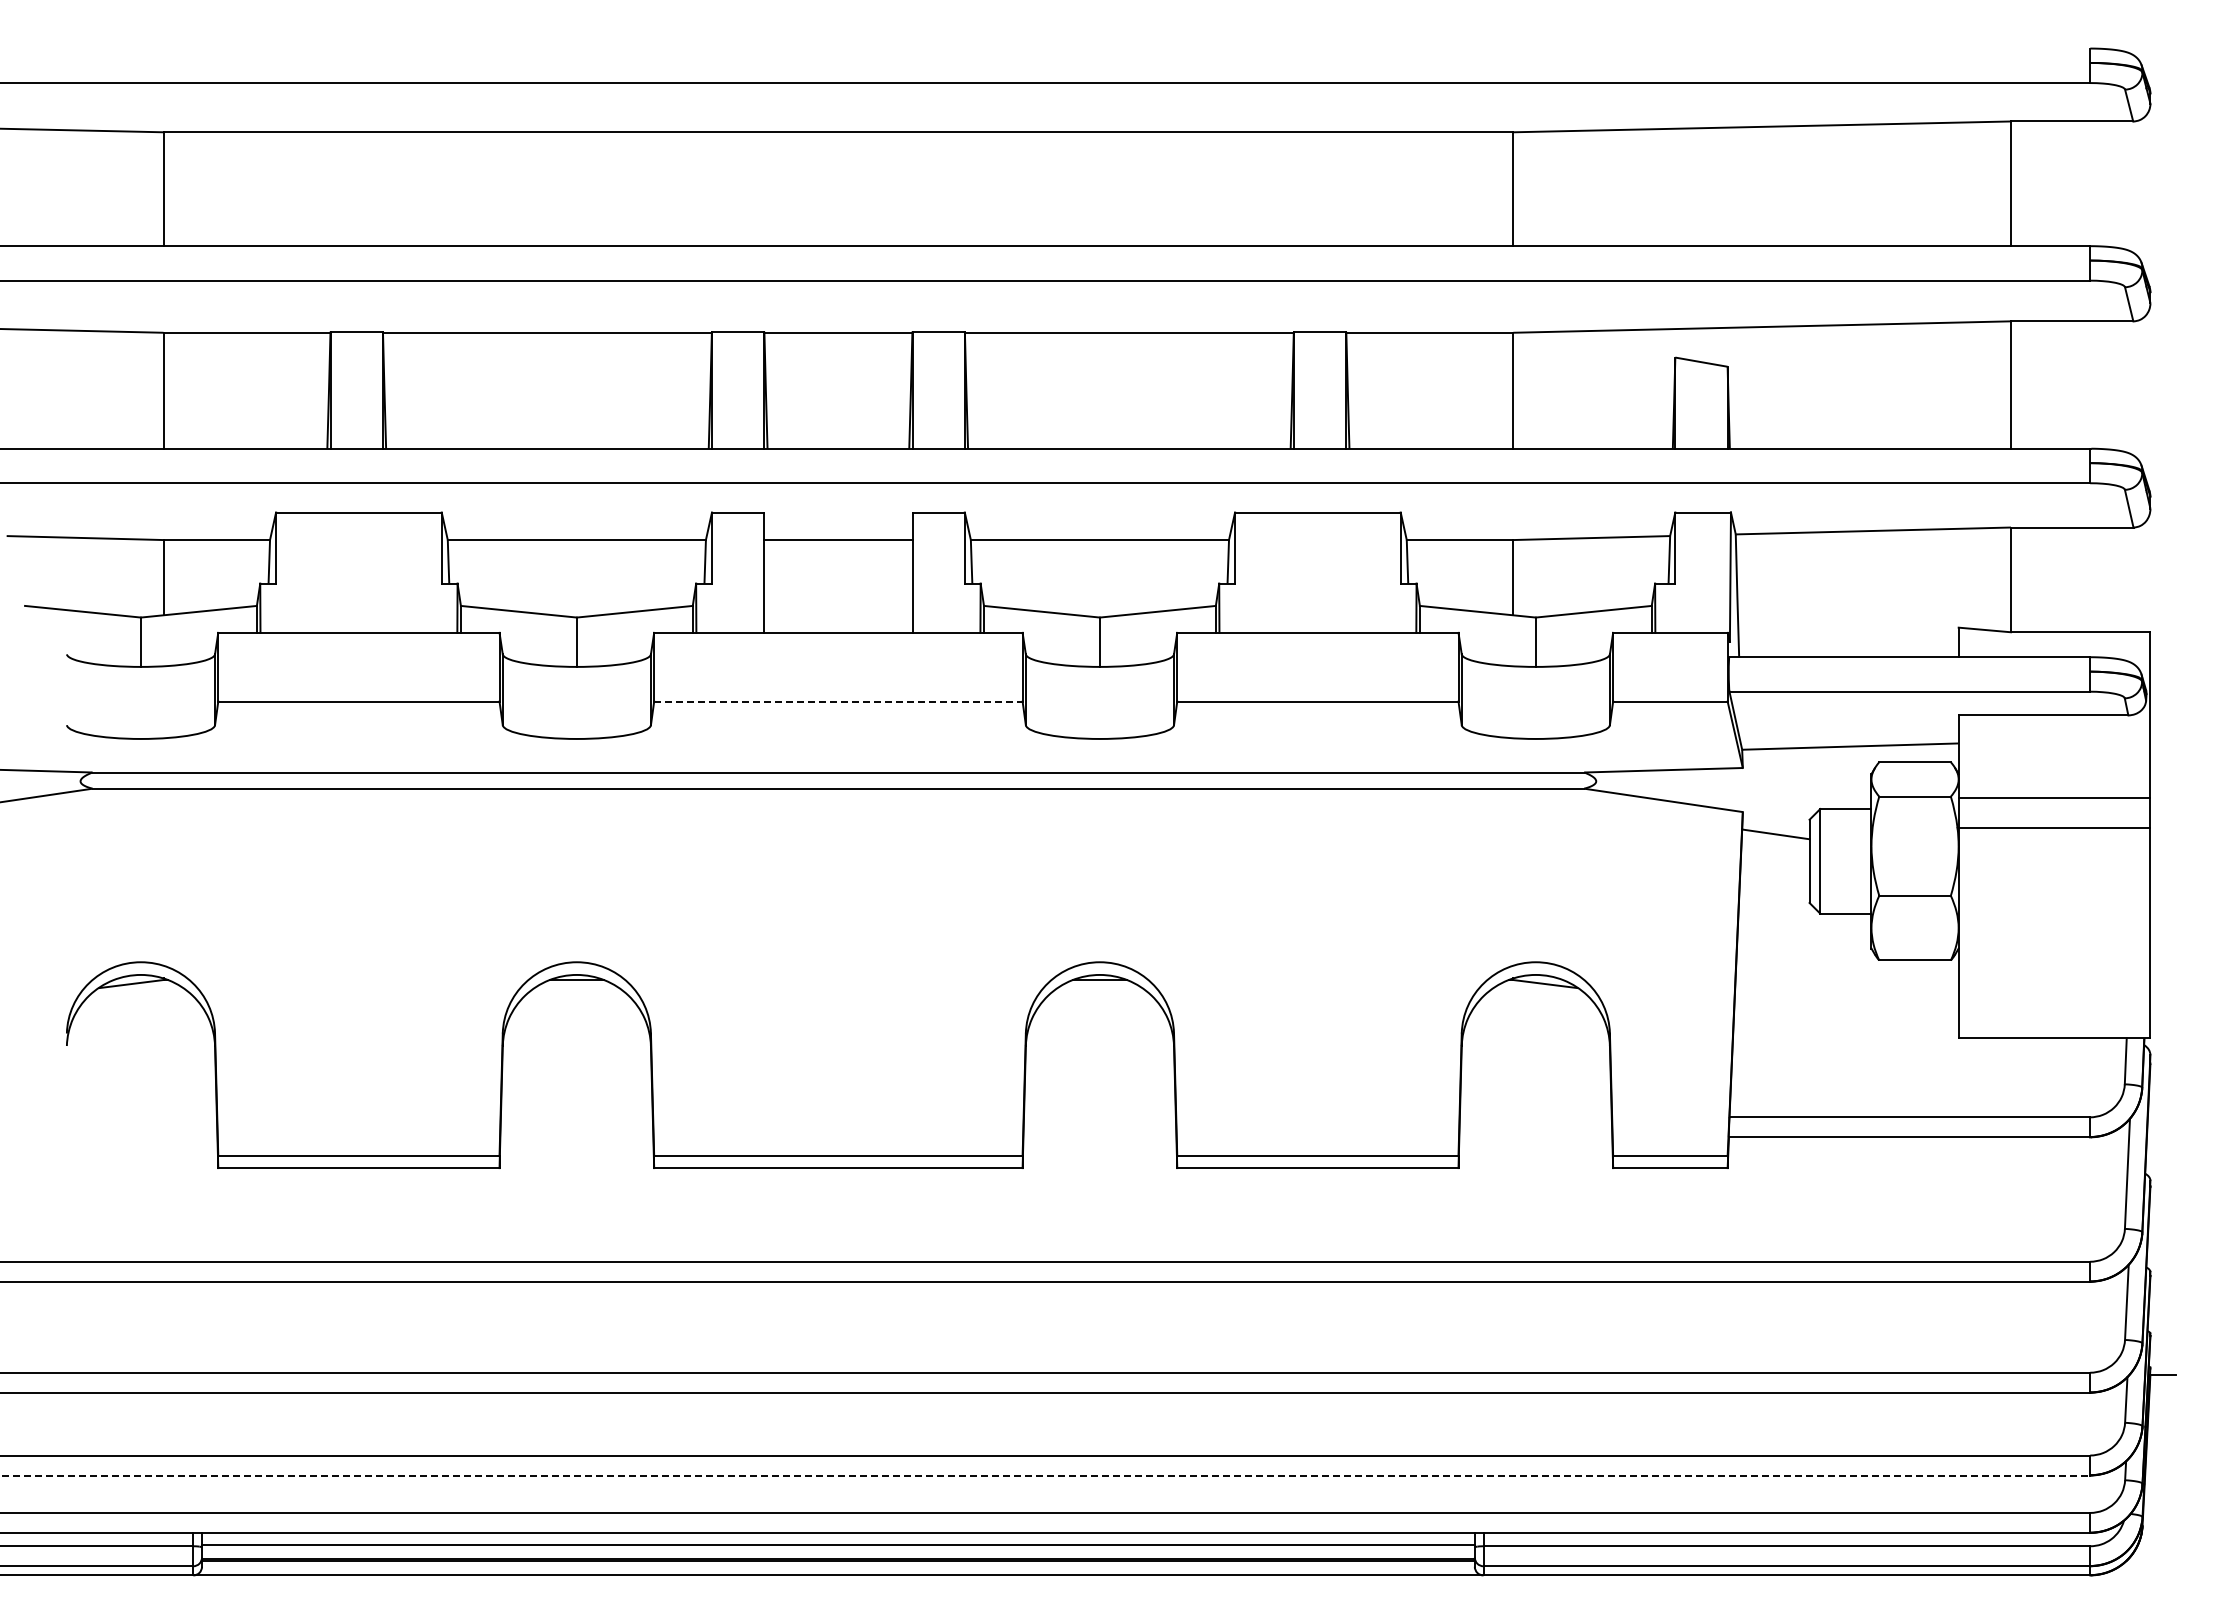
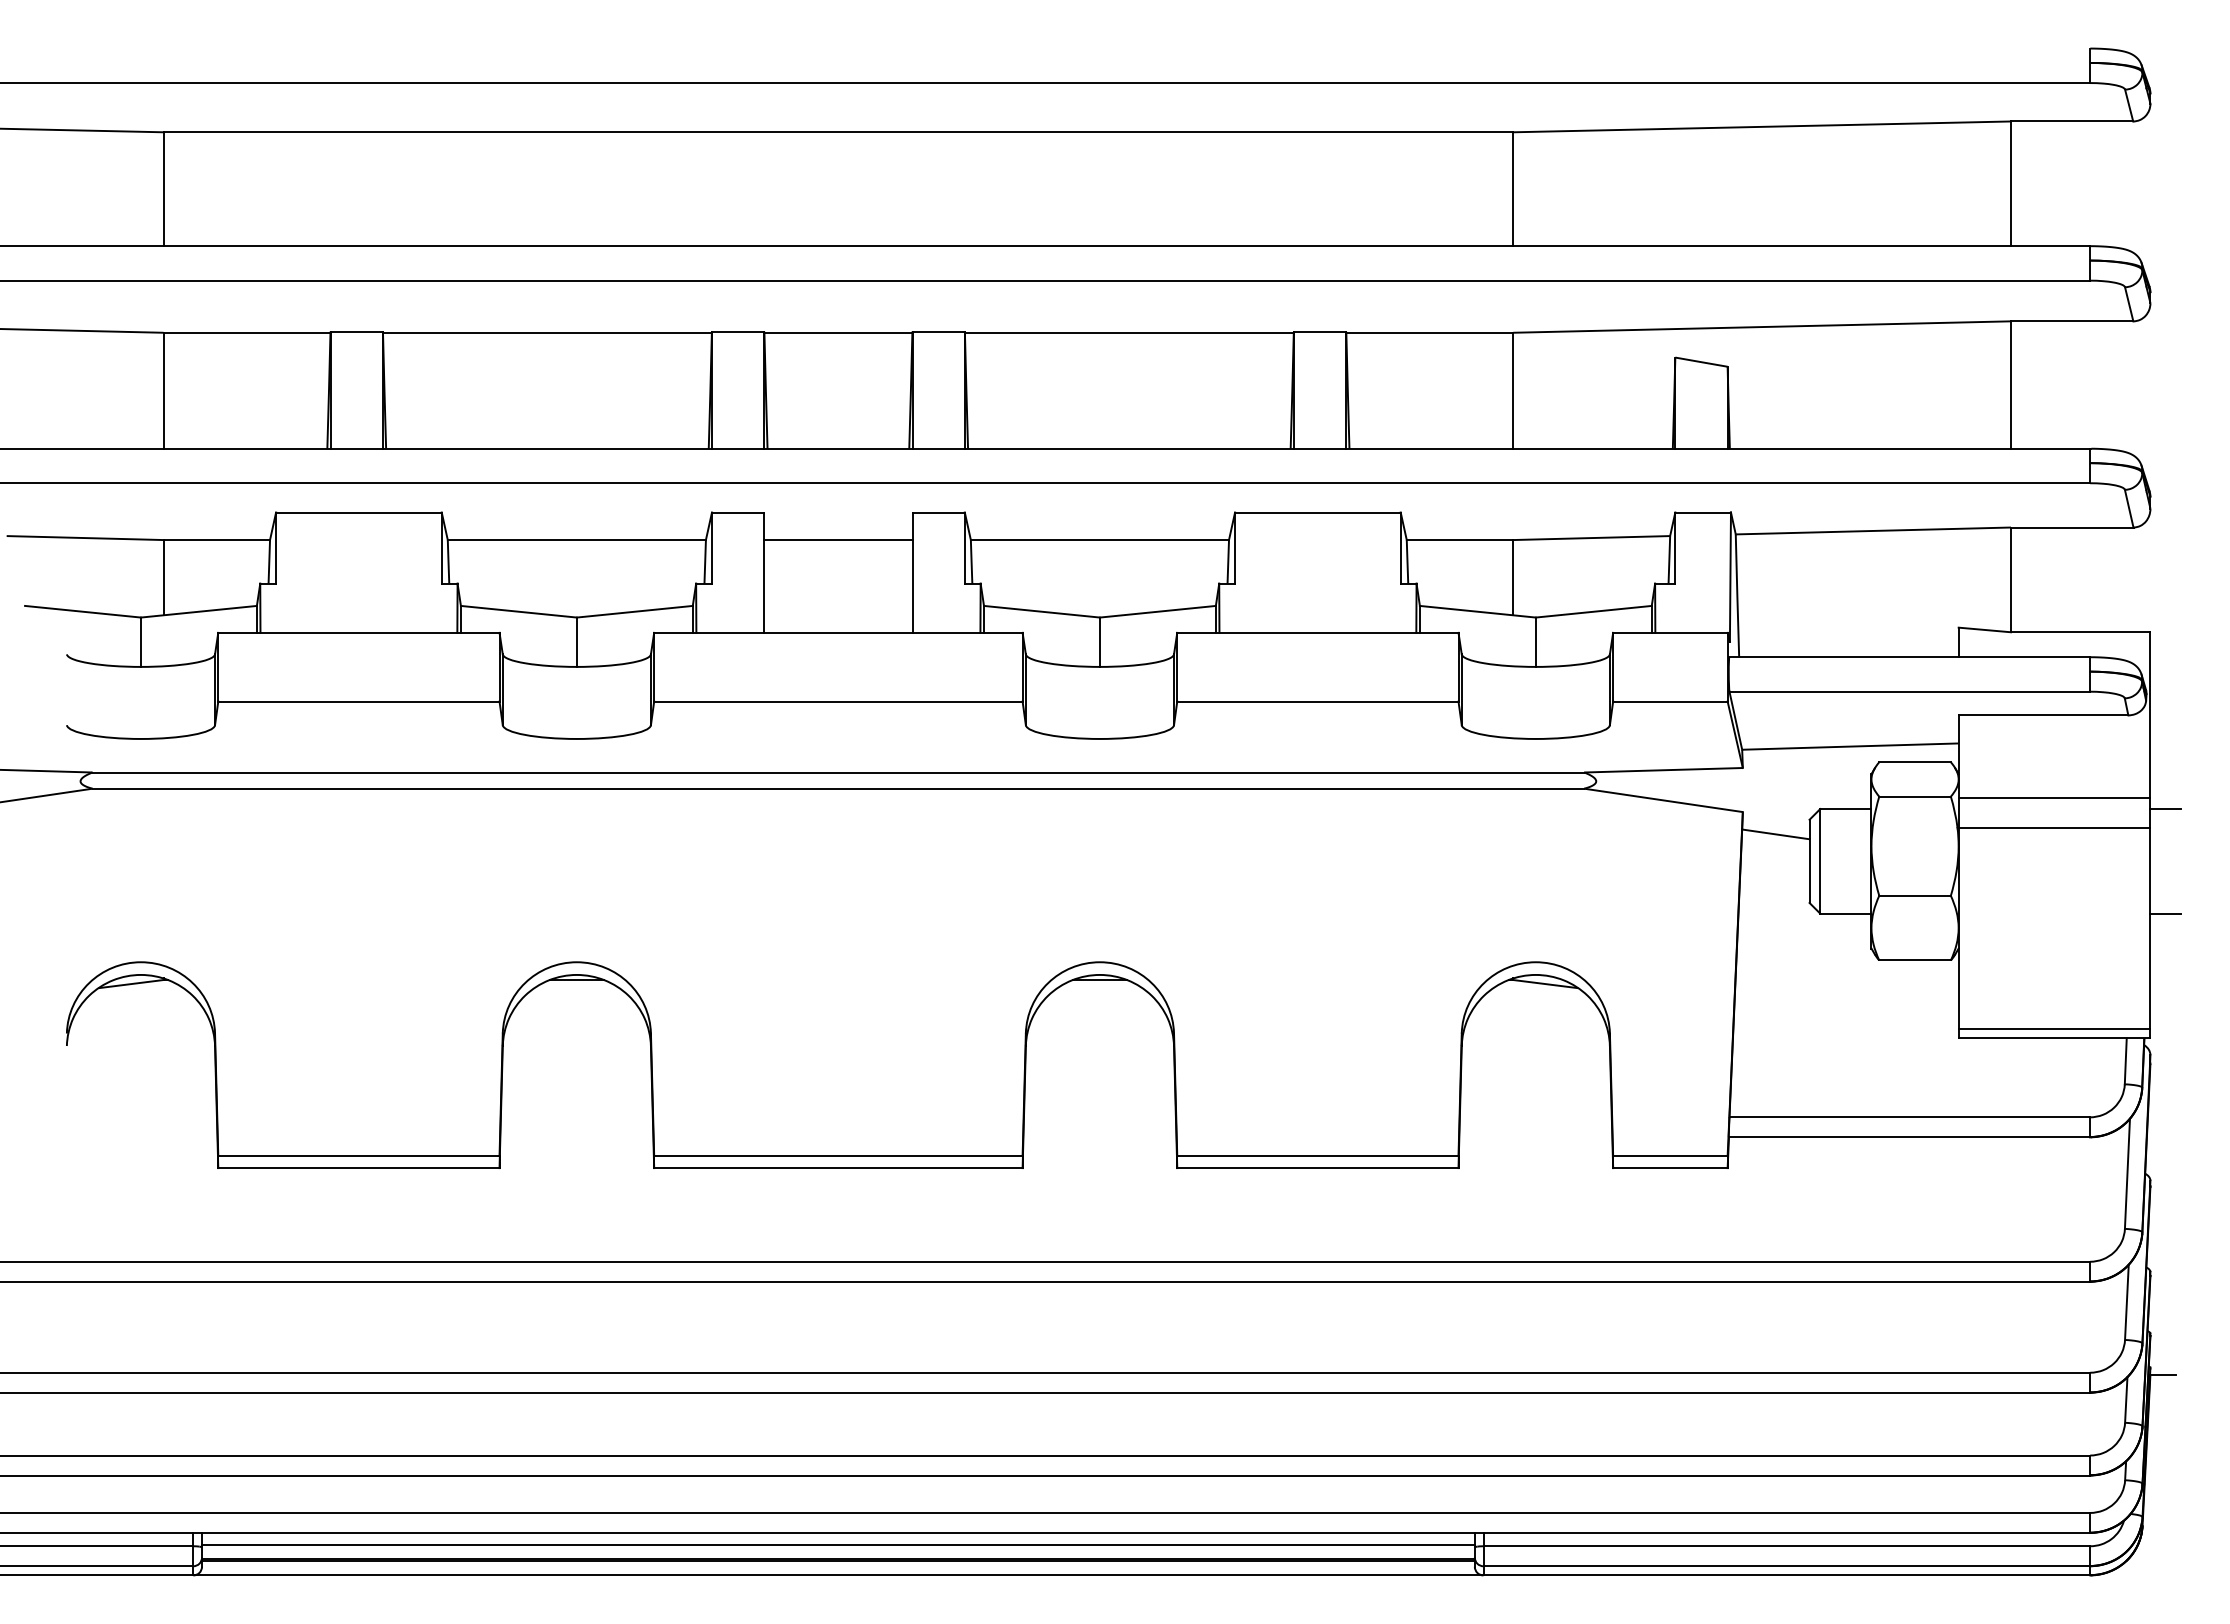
line at (838, 701): dashed -> solid
line at (2165, 809): none -> present
line at (2165, 913): none -> present
line at (2054, 1028): none -> present
line at (1045, 1475): dashed -> solid
